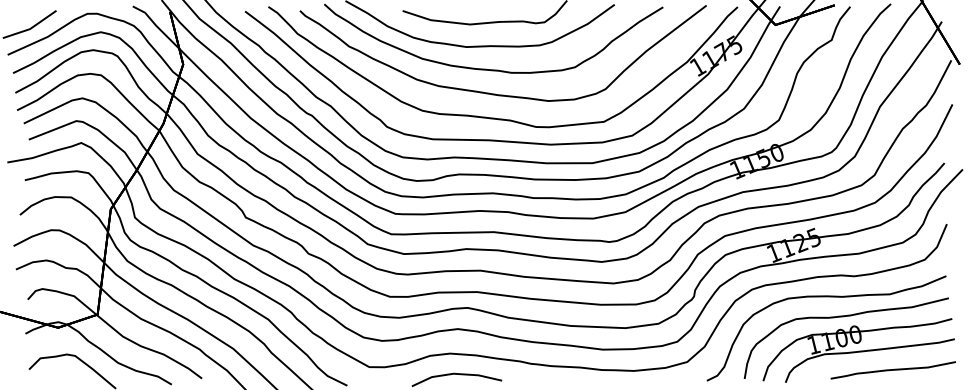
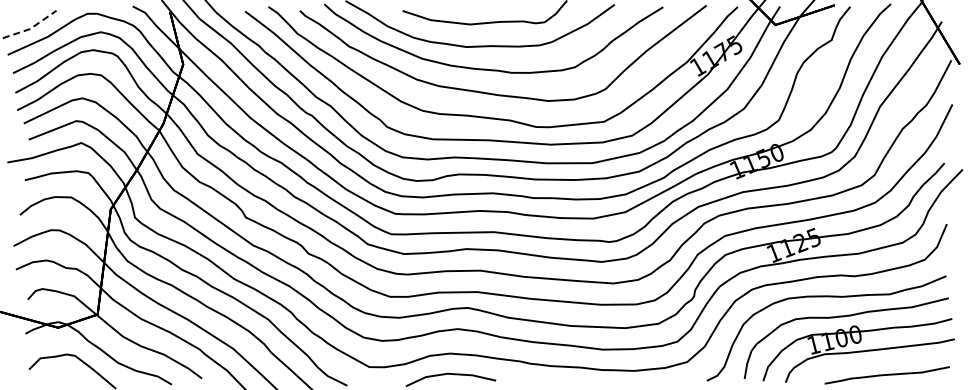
line at (31, 27): solid -> dashed
curve at (892, 370) position: (892, 370) -> (886, 375)
line at (456, 374) position: (456, 374) -> (450, 374)
